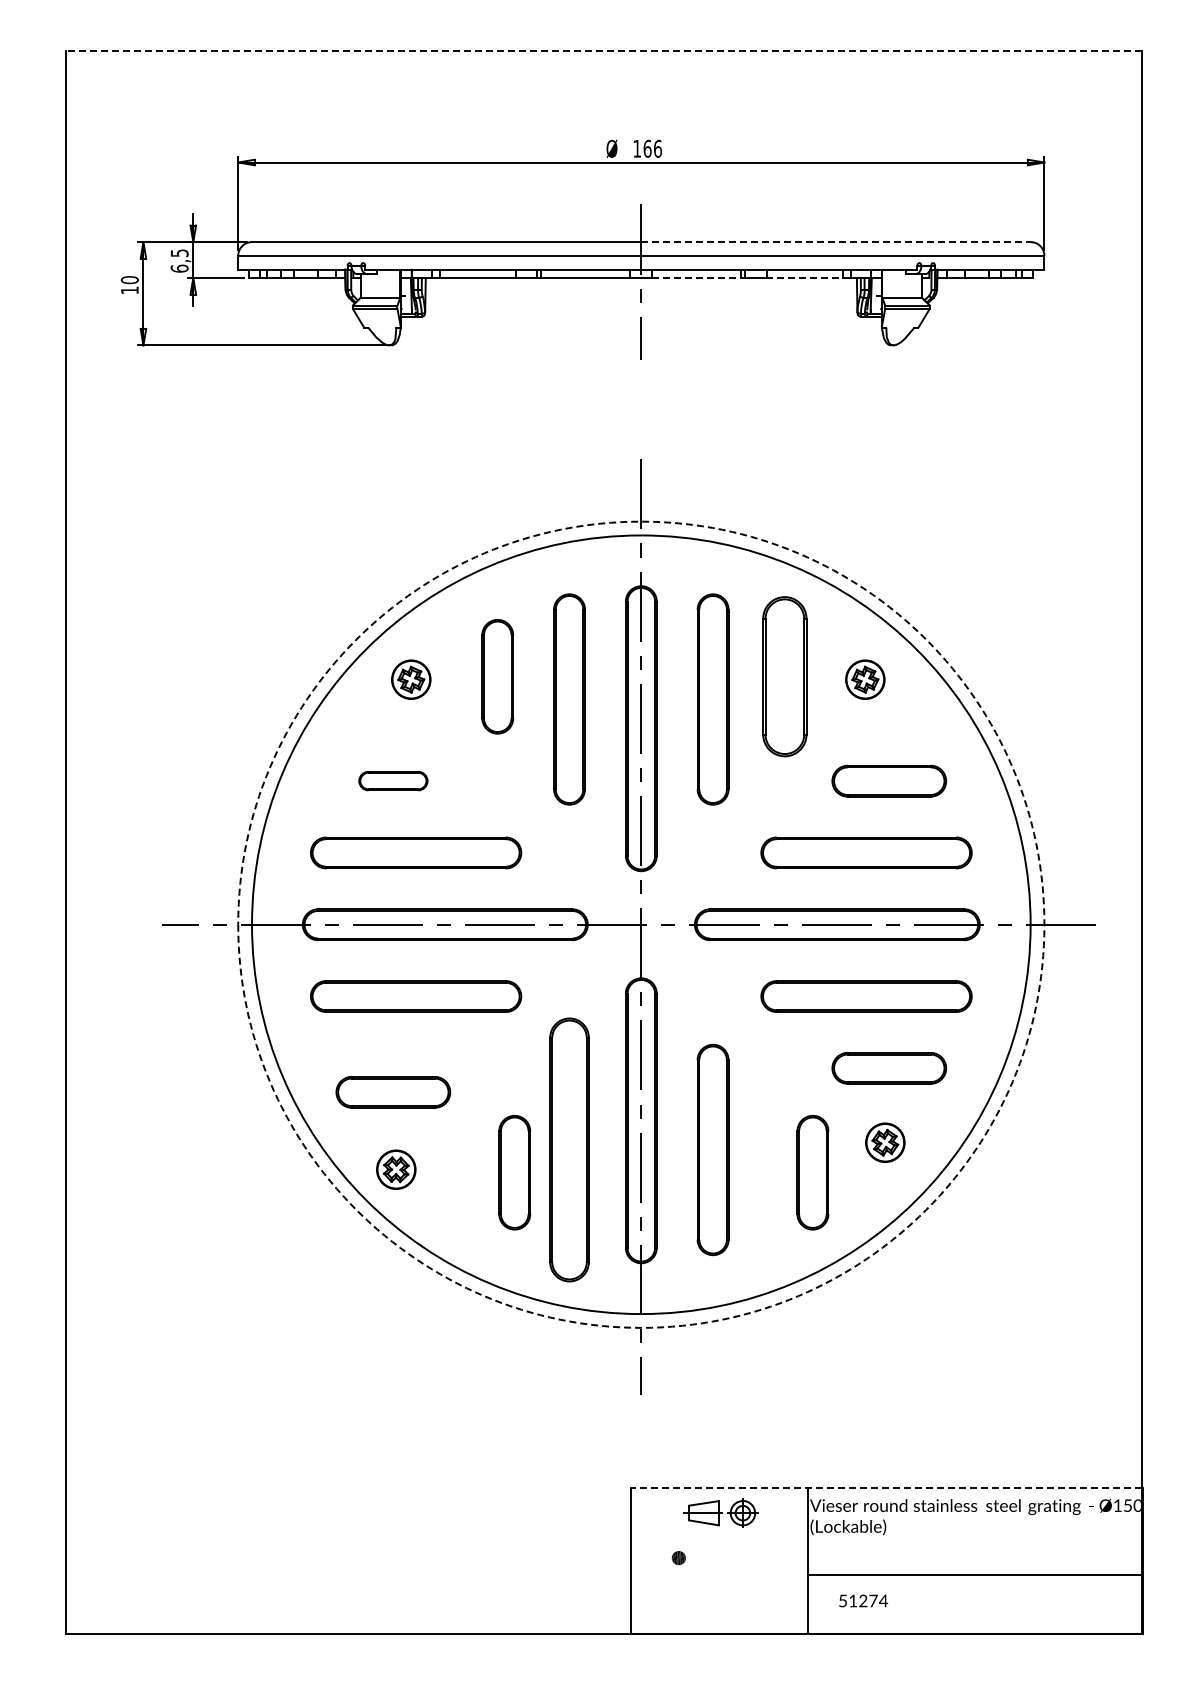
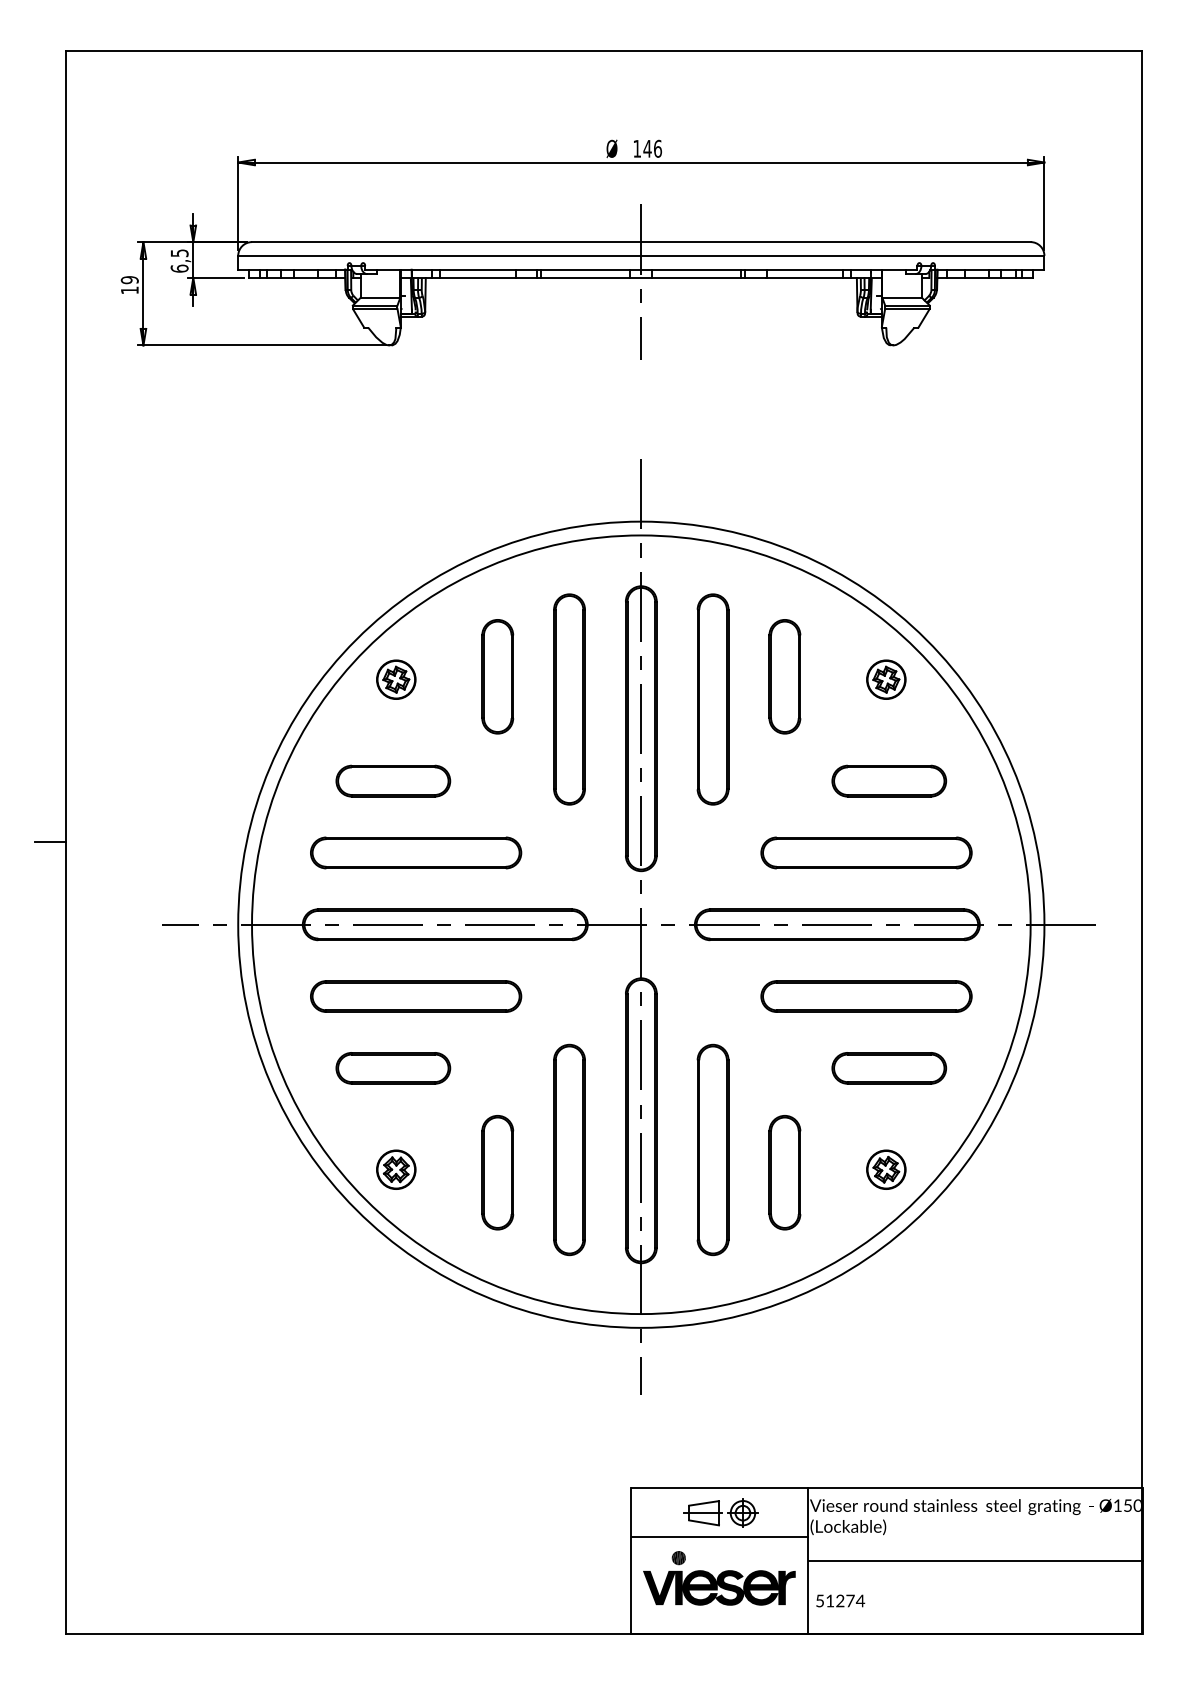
line at (603, 50): dashed -> solid
text at (647, 148): 166 -> 146
line at (835, 242): dashed -> solid
line at (697, 277): dashed -> solid
line at (805, 277): dashed -> solid
text at (129, 280): 10 -> 19
part at (784, 676) size: 46x162 px -> 34x116 px
part at (411, 679) position: (411, 679) -> (396, 679)
part at (865, 679) position: (865, 679) -> (886, 679)
part at (393, 781) size: 71x21 px -> 117x34 px
line at (50, 842): none -> present
circle at (641, 924): dashed -> solid
part at (393, 1092) position: (393, 1092) -> (393, 1068)
part at (885, 1142) position: (885, 1142) -> (886, 1169)
part at (569, 1149) size: 41x266 px -> 33x214 px
part at (514, 1172) position: (514, 1172) -> (497, 1172)
part at (812, 1172) position: (812, 1172) -> (784, 1172)
line at (886, 1487): dashed -> solid
line at (719, 1537): none -> present
line at (975, 1575) position: (975, 1575) -> (975, 1561)
fill at (718, 1587): none -> present
text at (863, 1600) position: (863, 1600) -> (840, 1600)
